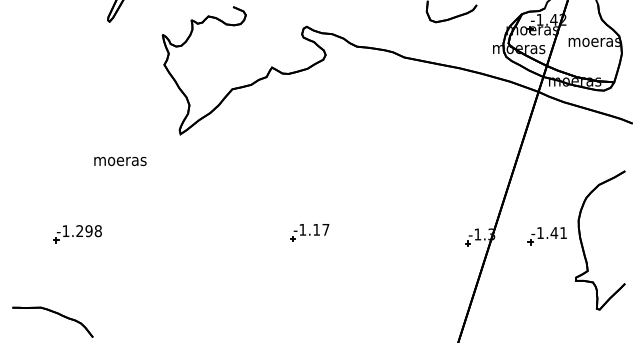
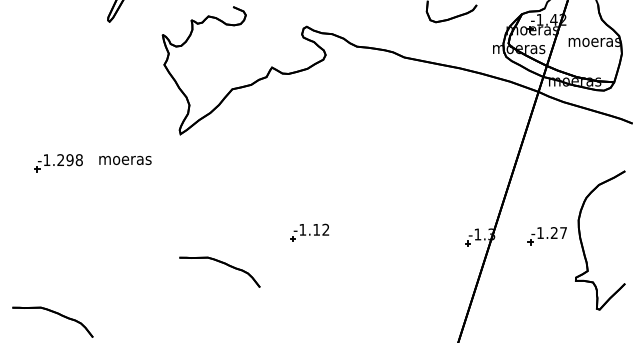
text at (120, 161) position: (120, 161) -> (125, 160)
text at (325, 229): -1.17 -> -1.12
text at (558, 232): -1.41 -> -1.27
part at (77, 234) position: (77, 234) -> (58, 163)
part at (221, 263): none -> present
